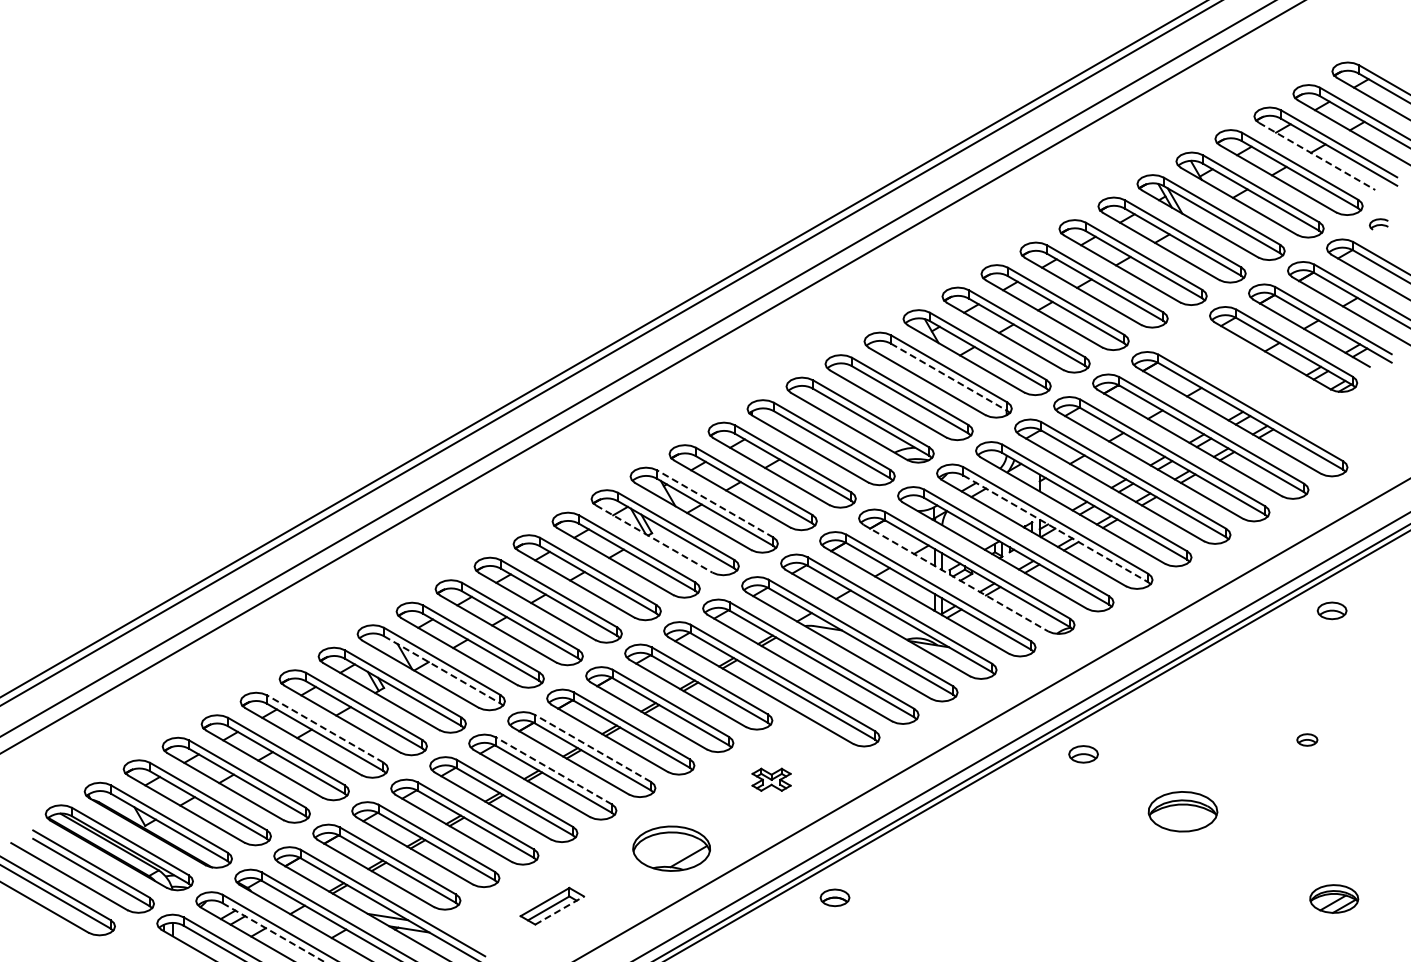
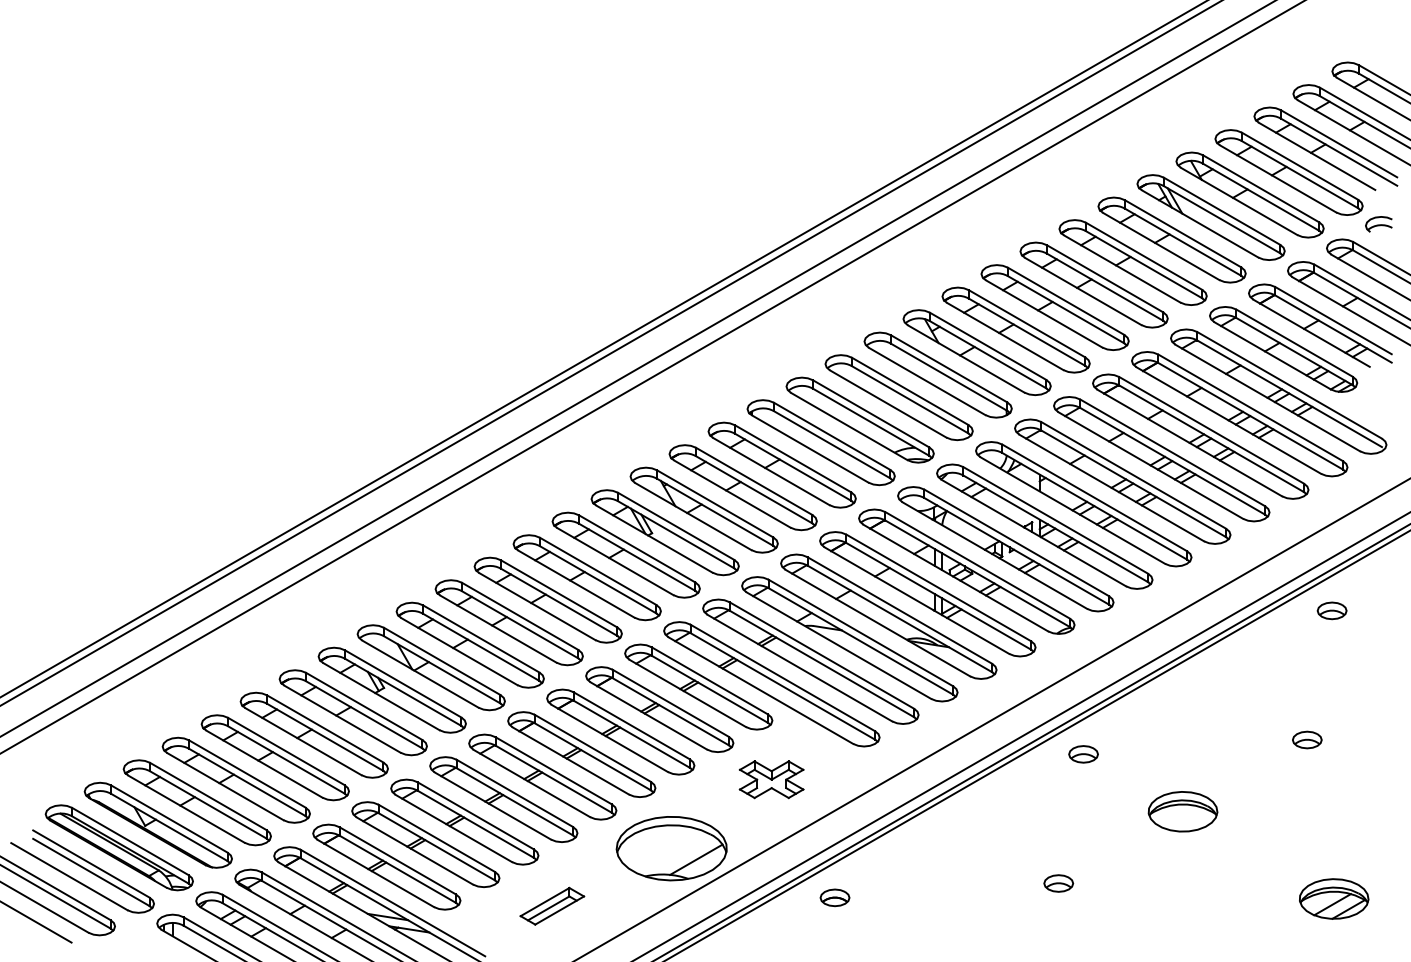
line at (1317, 156): dashed -> solid
part at (1378, 224) size: 20x13 px -> 28x17 px
line at (949, 377): dashed -> solid
part at (1278, 391): none -> present
line at (714, 503): dashed -> solid
line at (1055, 528): dashed -> solid
line at (654, 539): dashed -> solid
line at (955, 578): dashed -> solid
line at (442, 670): dashed -> solid
line at (324, 728): dashed -> solid
part at (1307, 739) size: 23x14 px -> 31x20 px
line at (592, 748): dashed -> solid
line at (553, 770): dashed -> solid
part at (771, 779) size: 41x25 px -> 67x40 px
part at (671, 848) size: 79x47 px -> 113x66 px
part at (1058, 883): none -> present
part at (1334, 898) size: 51x30 px -> 71x42 px
line at (560, 910): dashed -> solid
line at (36, 922): none -> present
line at (273, 932): dashed -> solid
